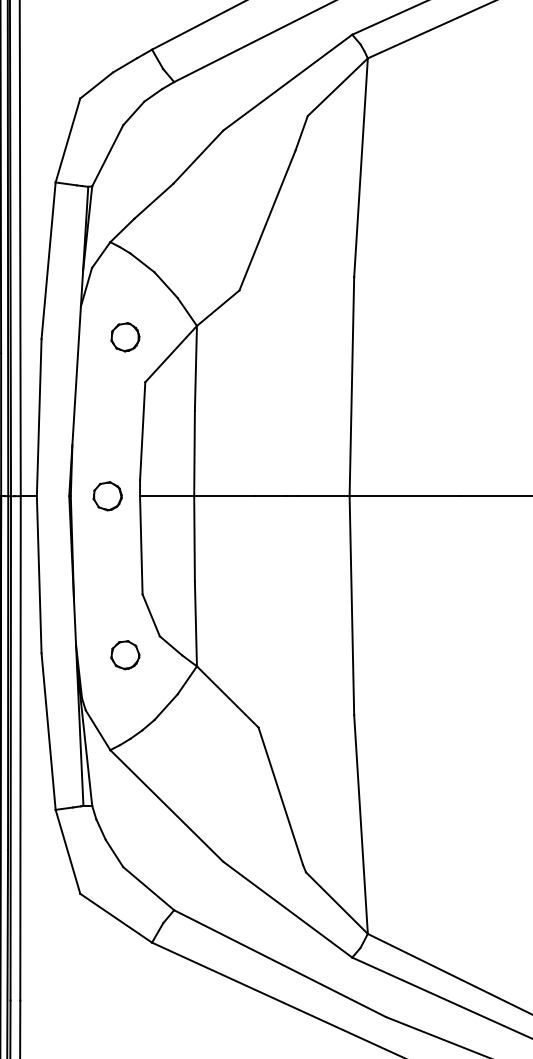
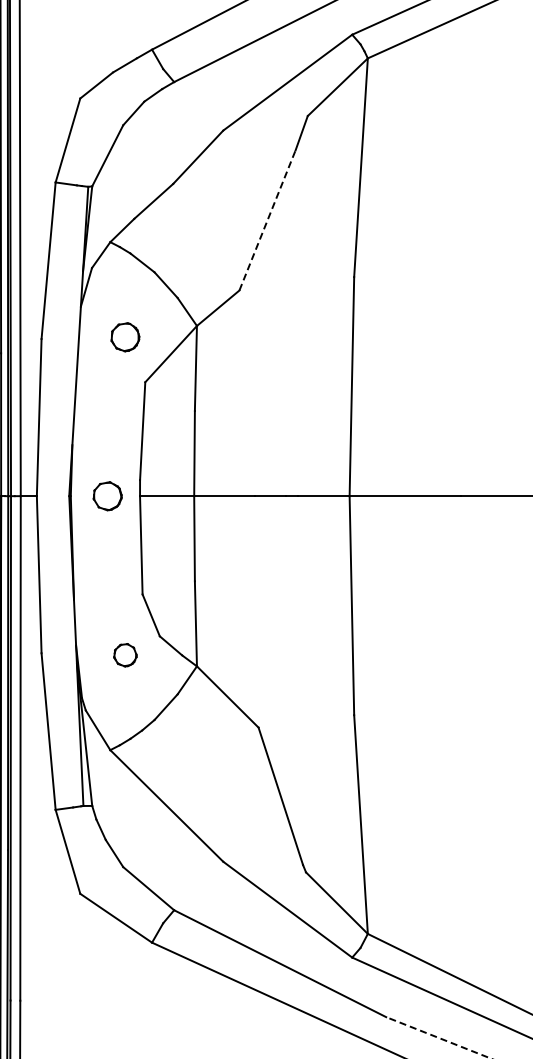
line at (267, 220): solid -> dashed
part at (125, 655) size: 31x31 px -> 25x25 px
line at (439, 1038): solid -> dashed
